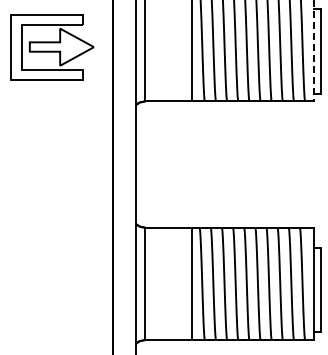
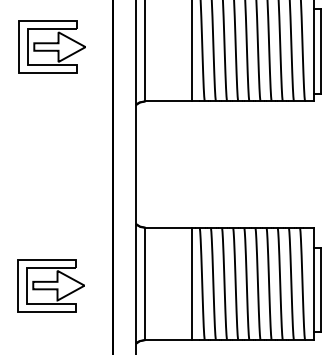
part at (52, 47) size: 85x67 px -> 68x54 px
line at (314, 50): dashed -> solid
part at (50, 285): none -> present
